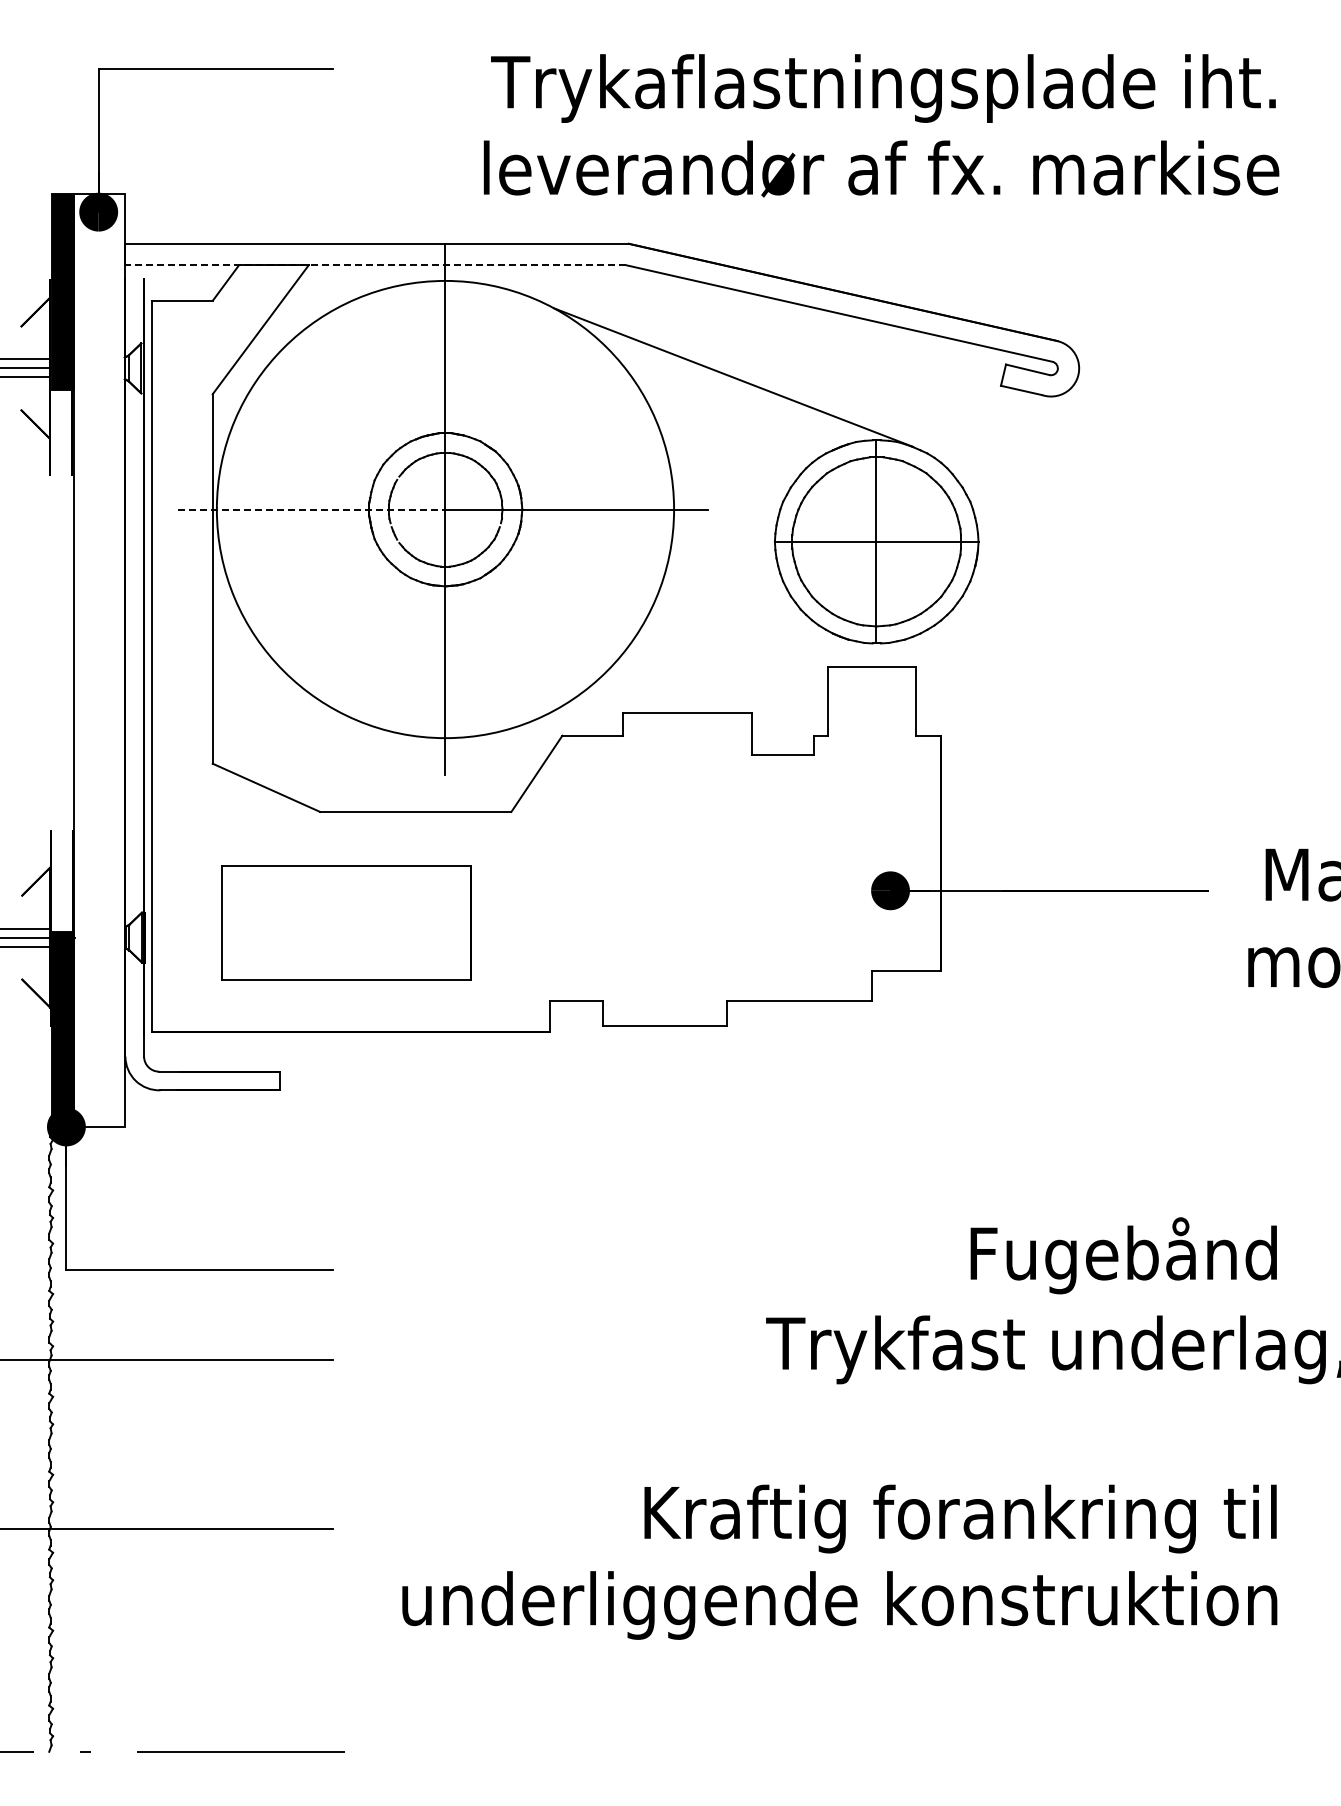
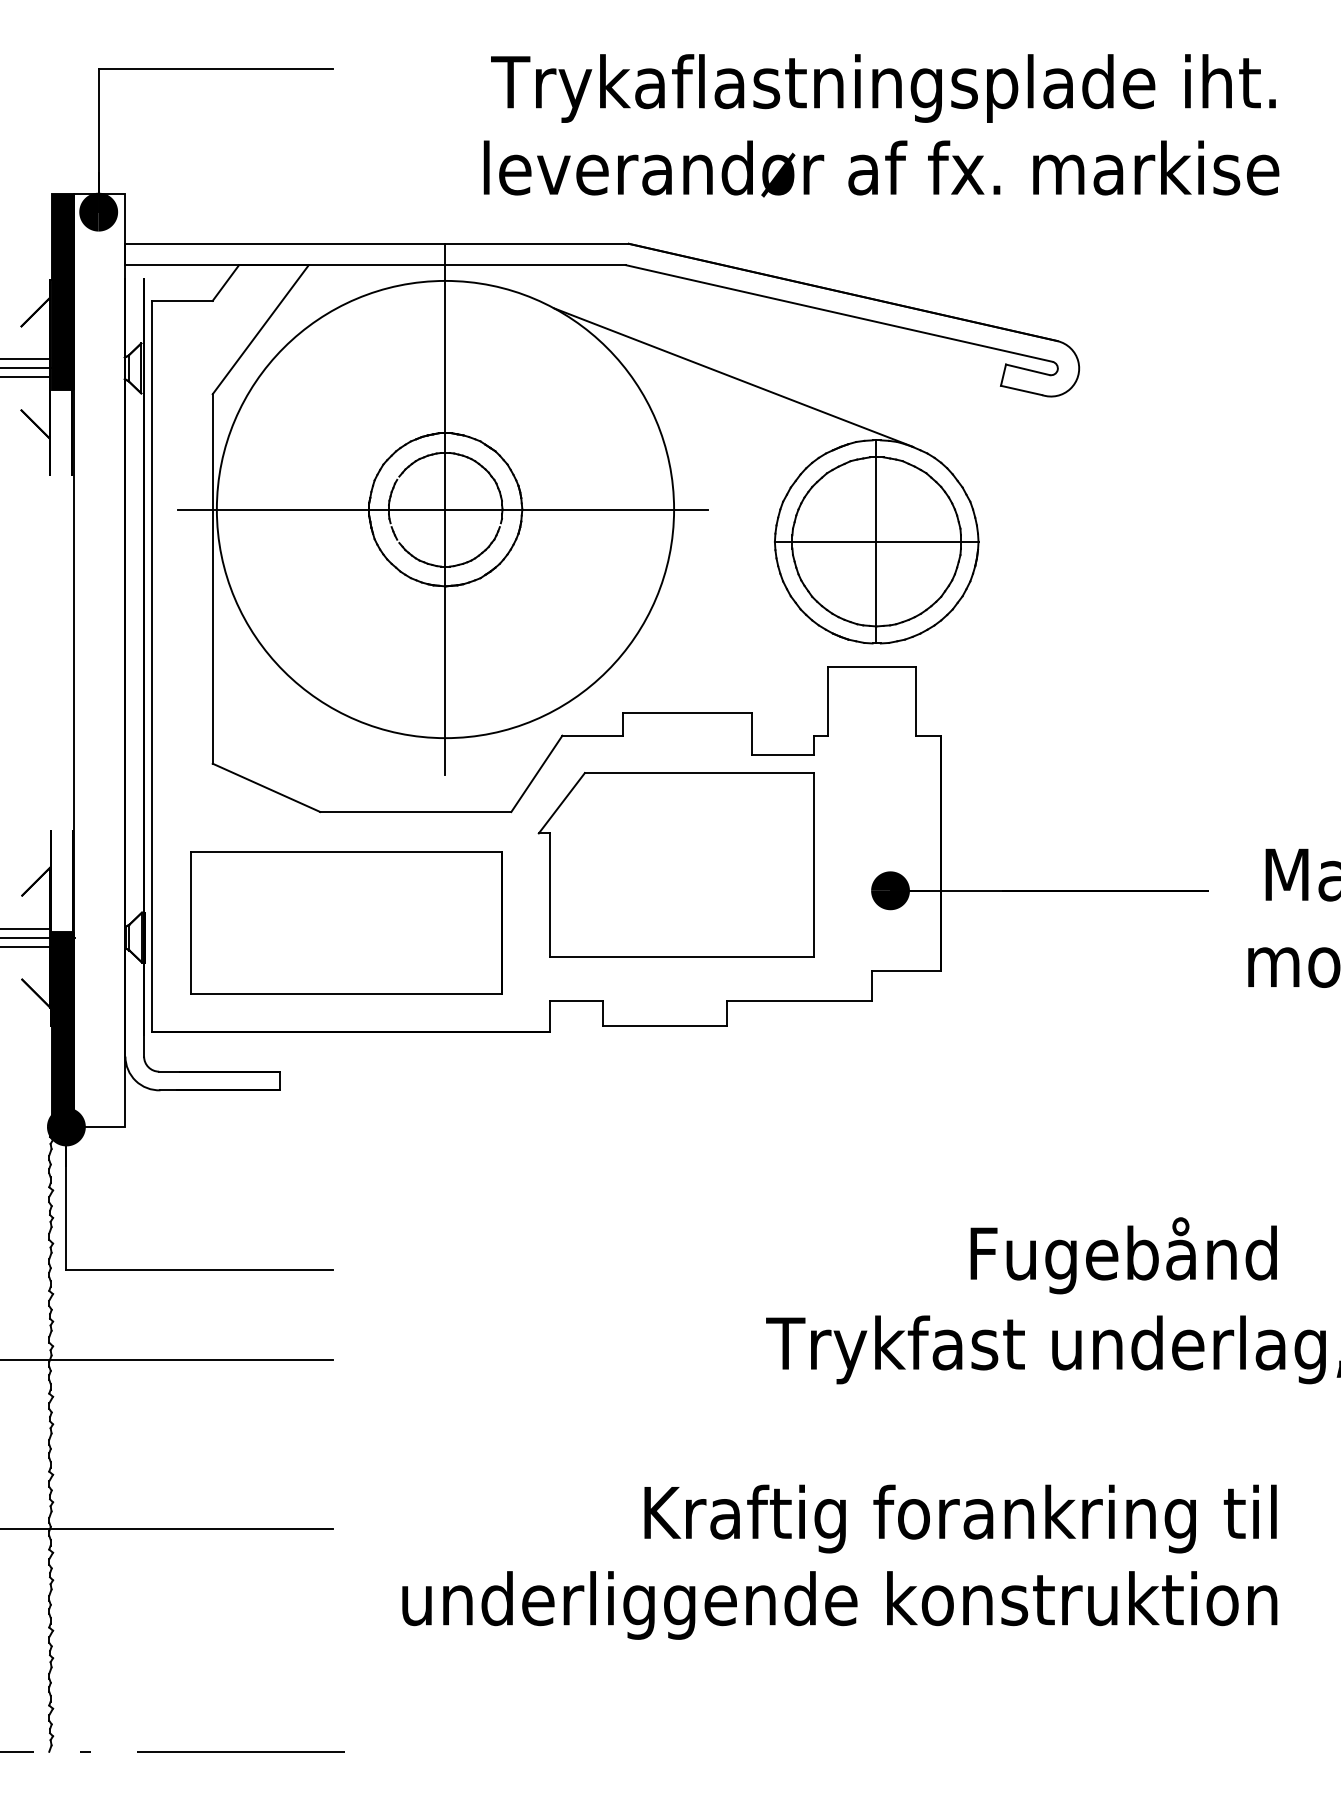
line at (375, 265): dashed -> solid
line at (311, 509): dashed -> solid
part at (675, 864): none -> present
part at (346, 922) size: 251x116 px -> 313x144 px
